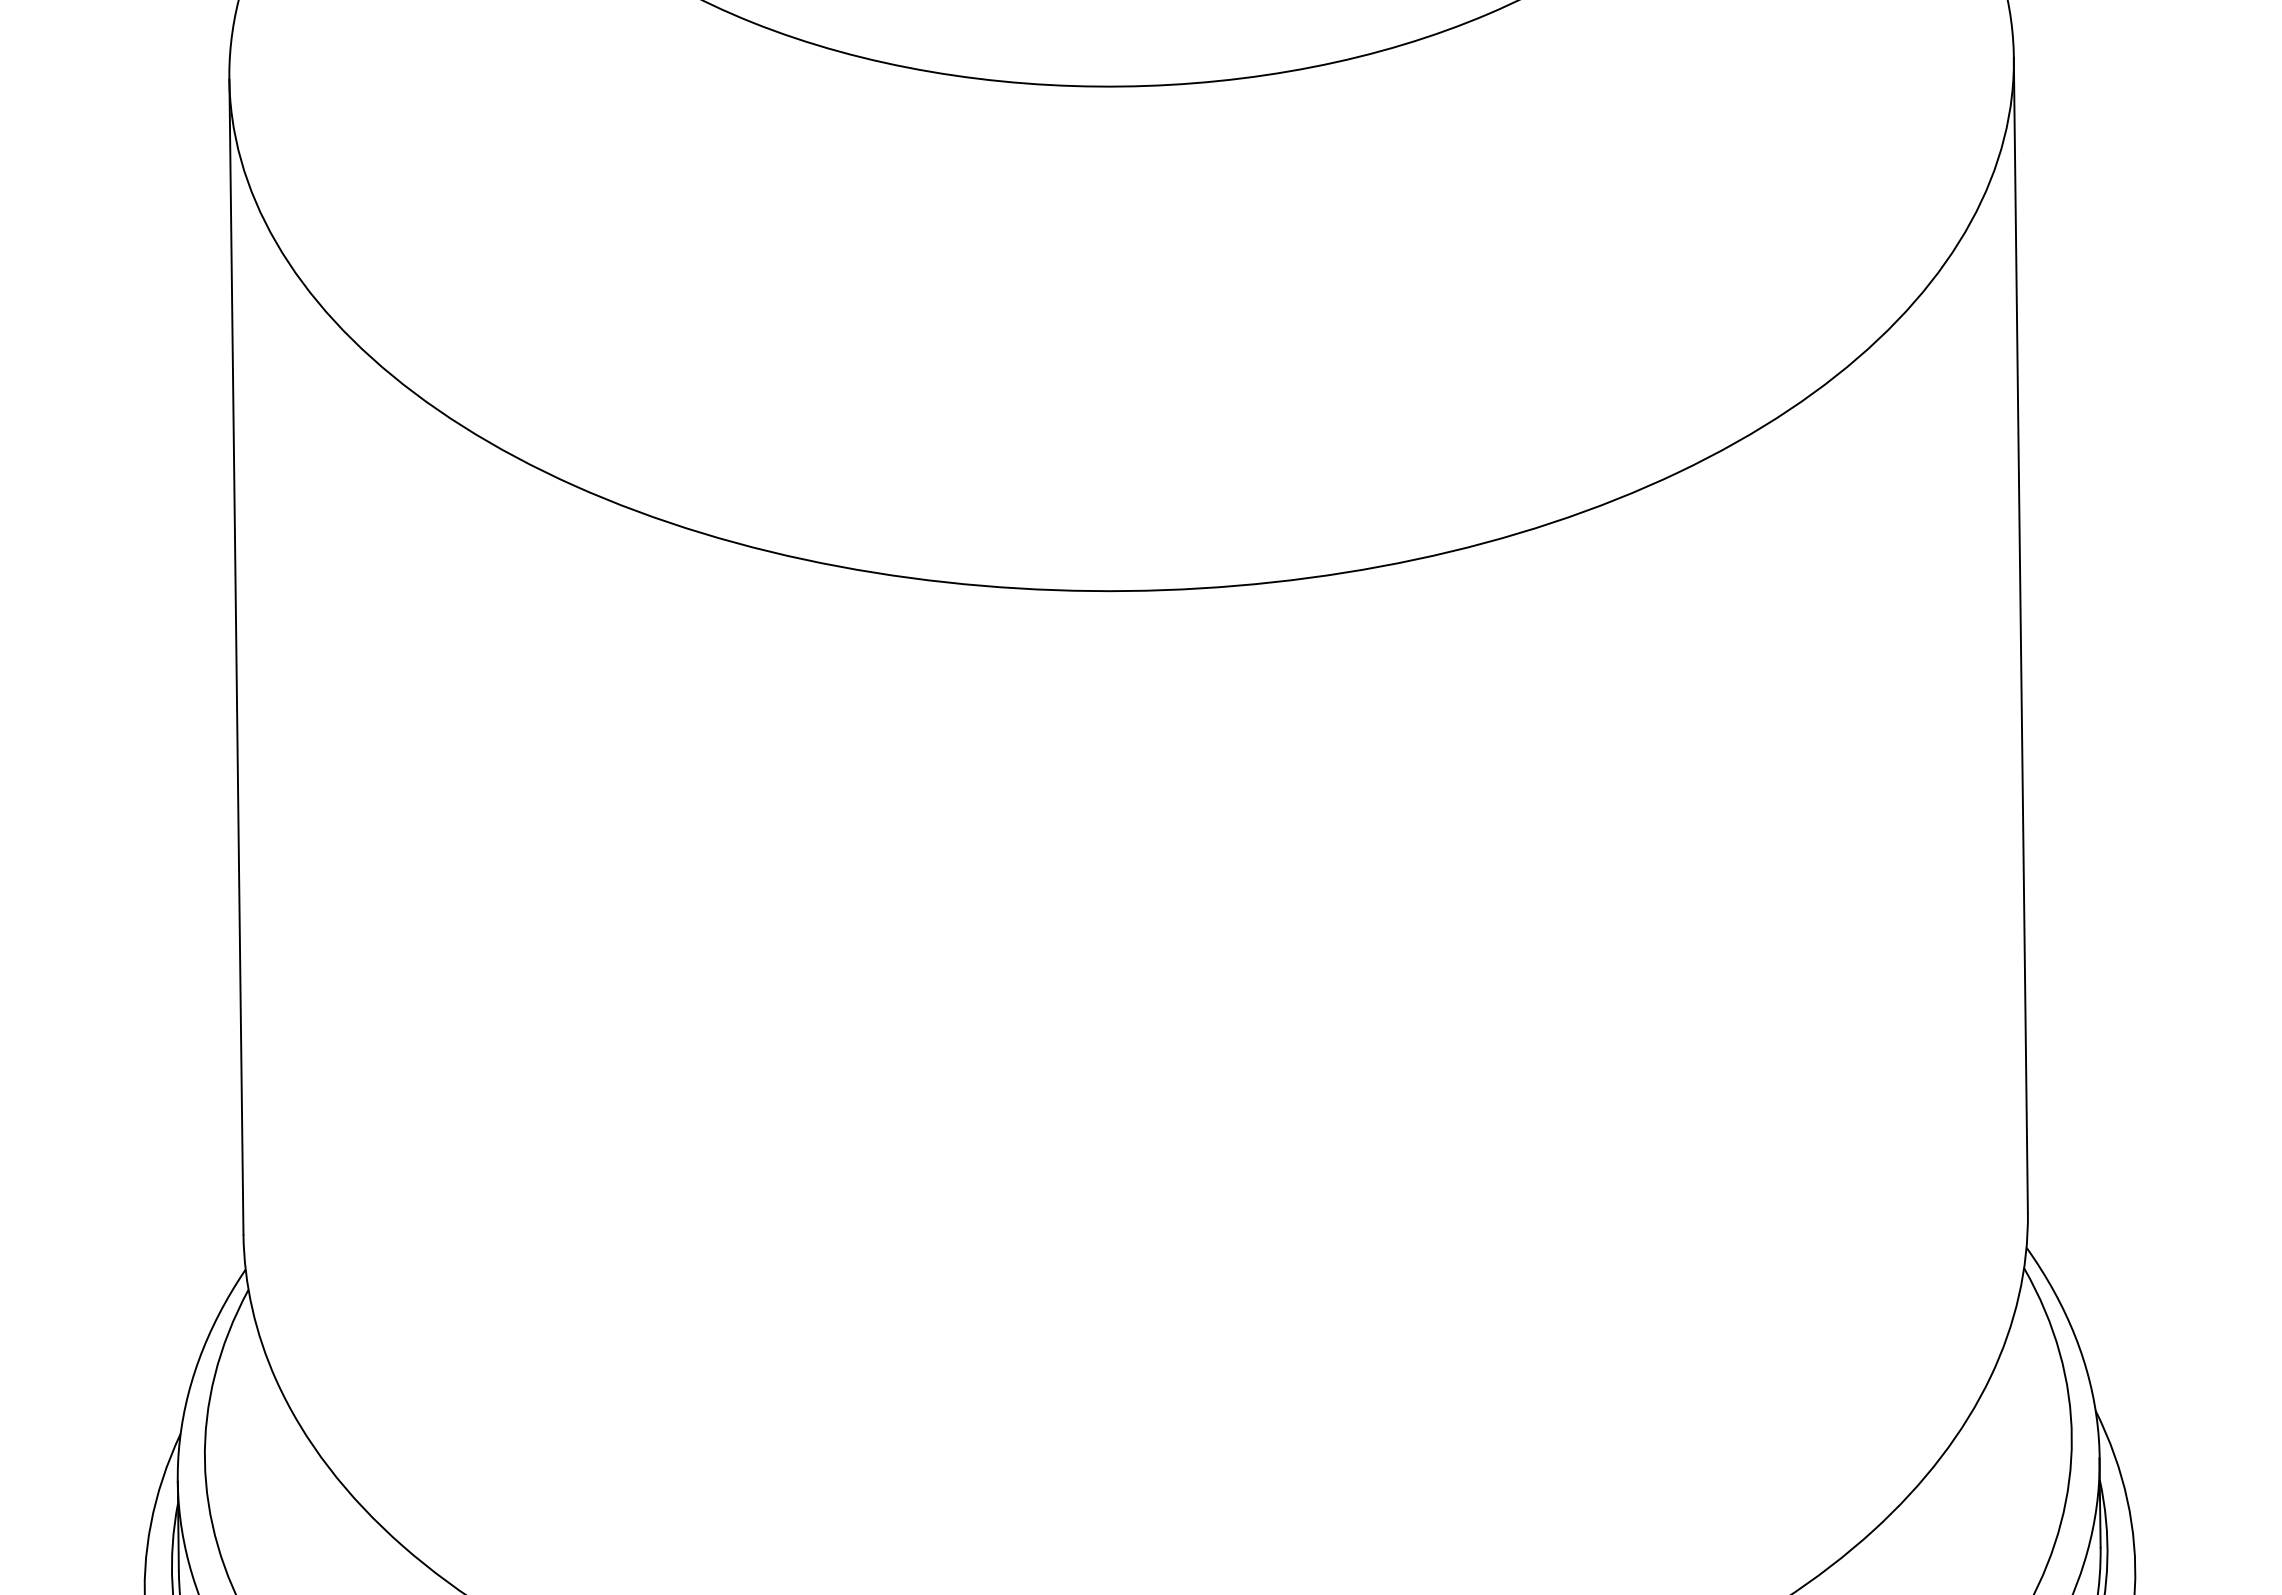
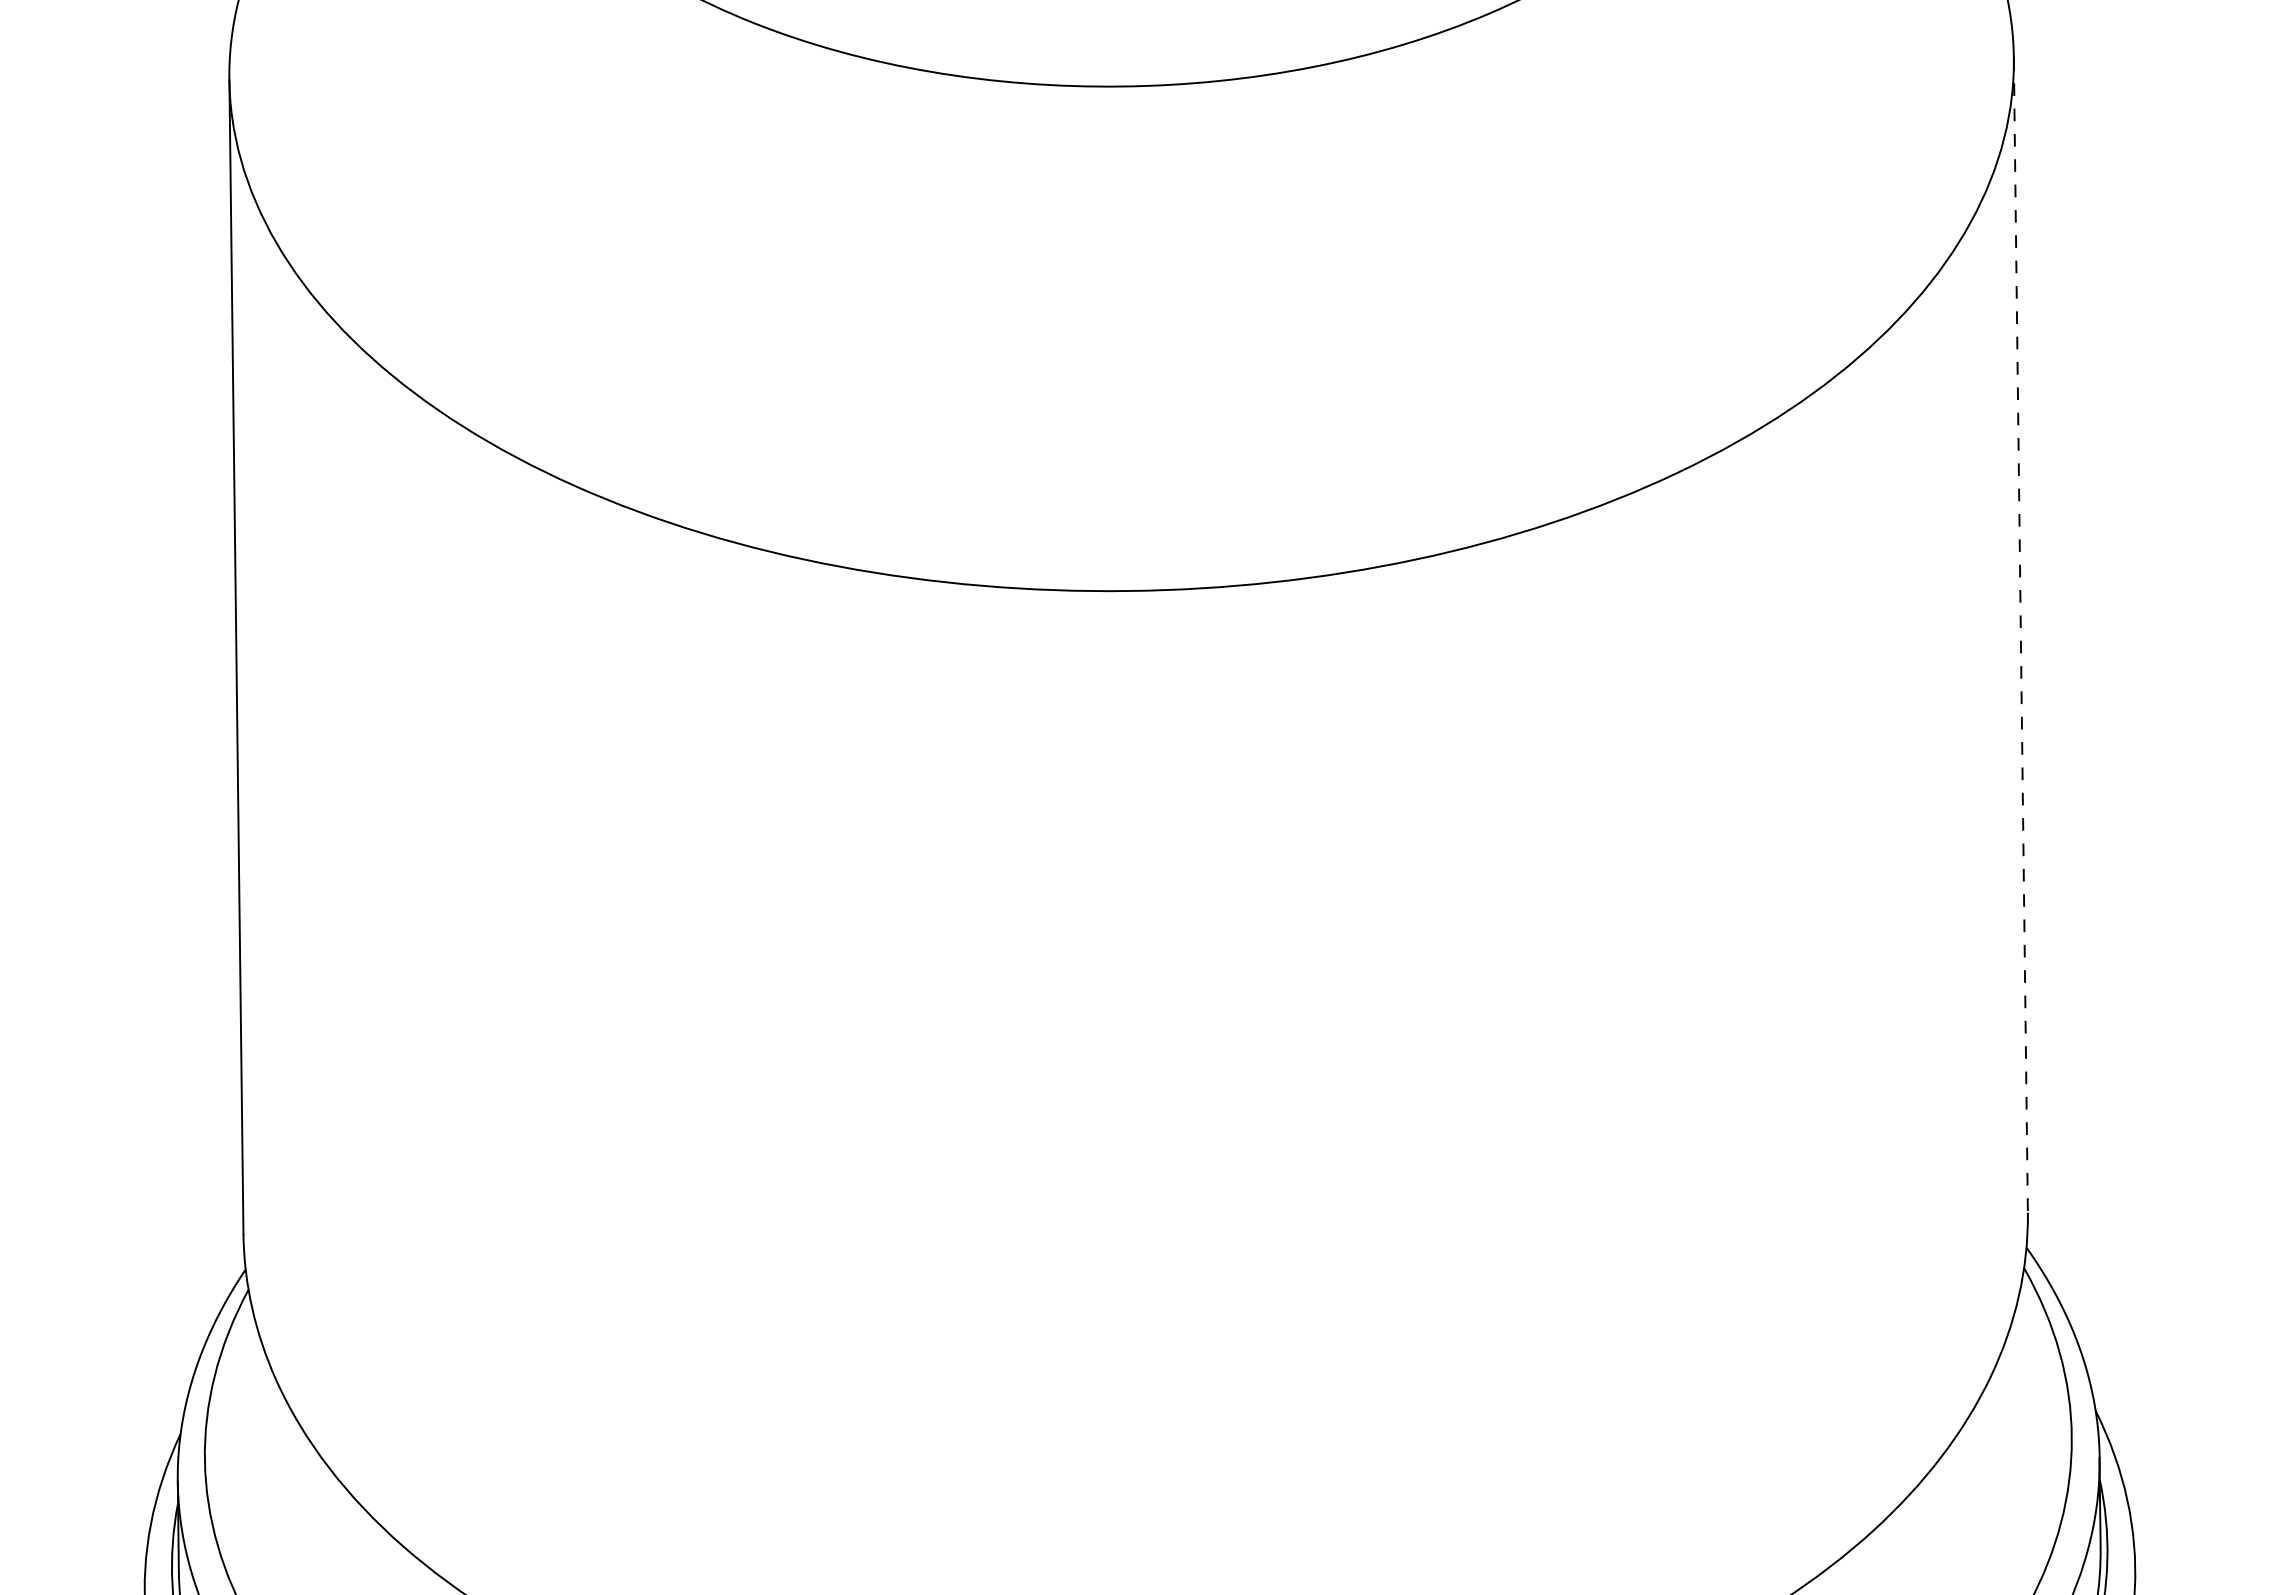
line at (2020, 635): solid -> dashed
